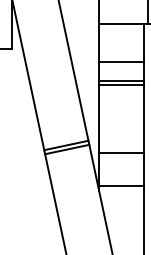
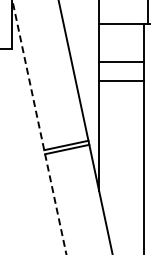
line at (121, 84): present -> none
line at (39, 127): solid -> dashed
line at (121, 152): present -> none
line at (121, 186): present -> none
